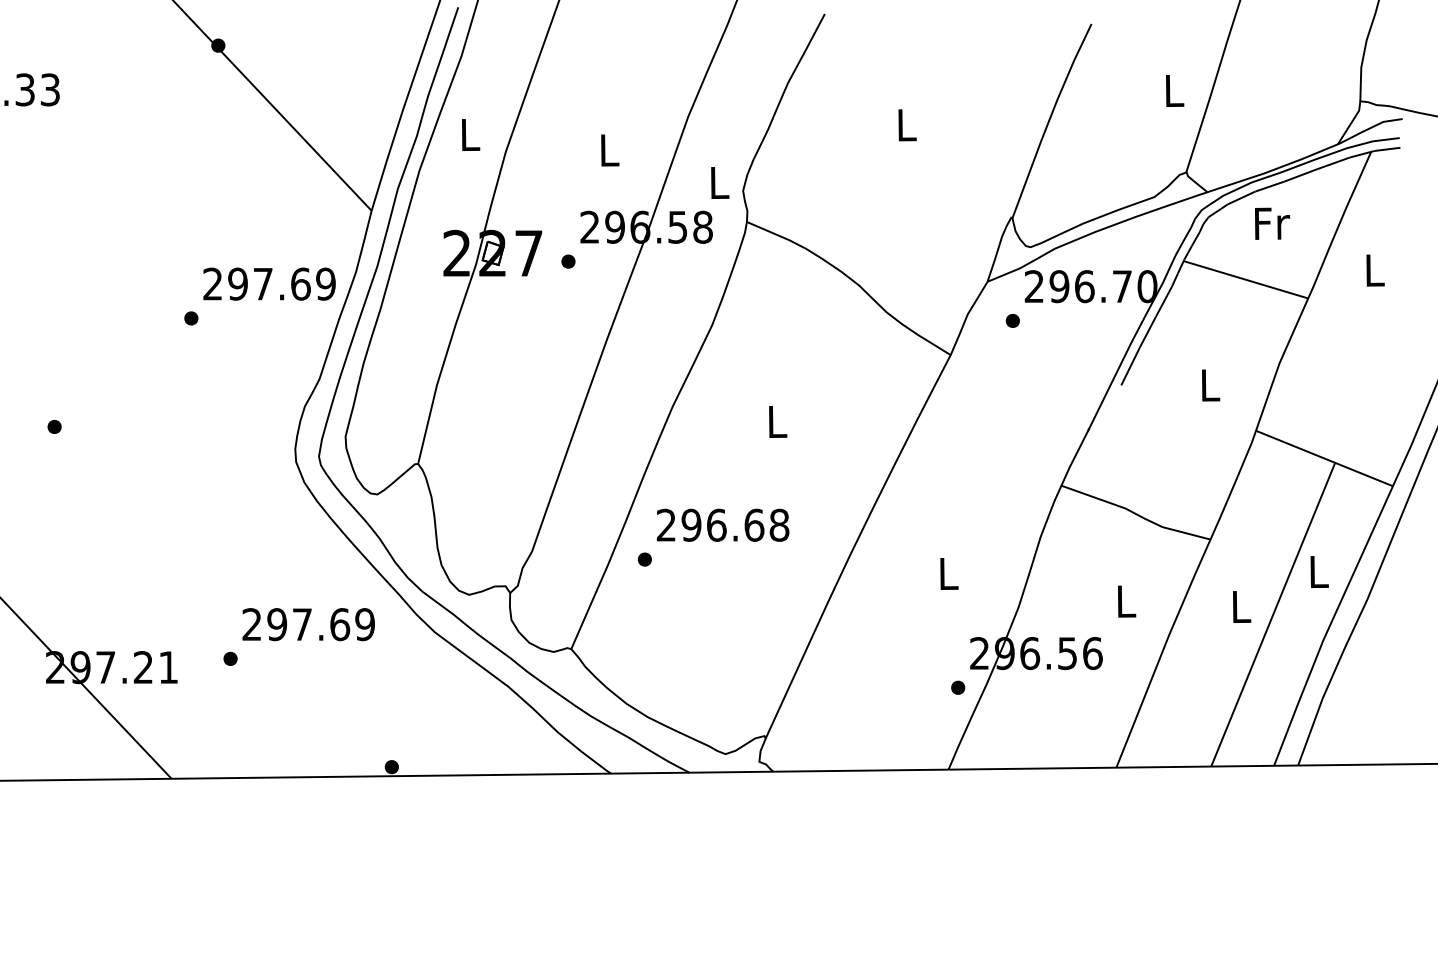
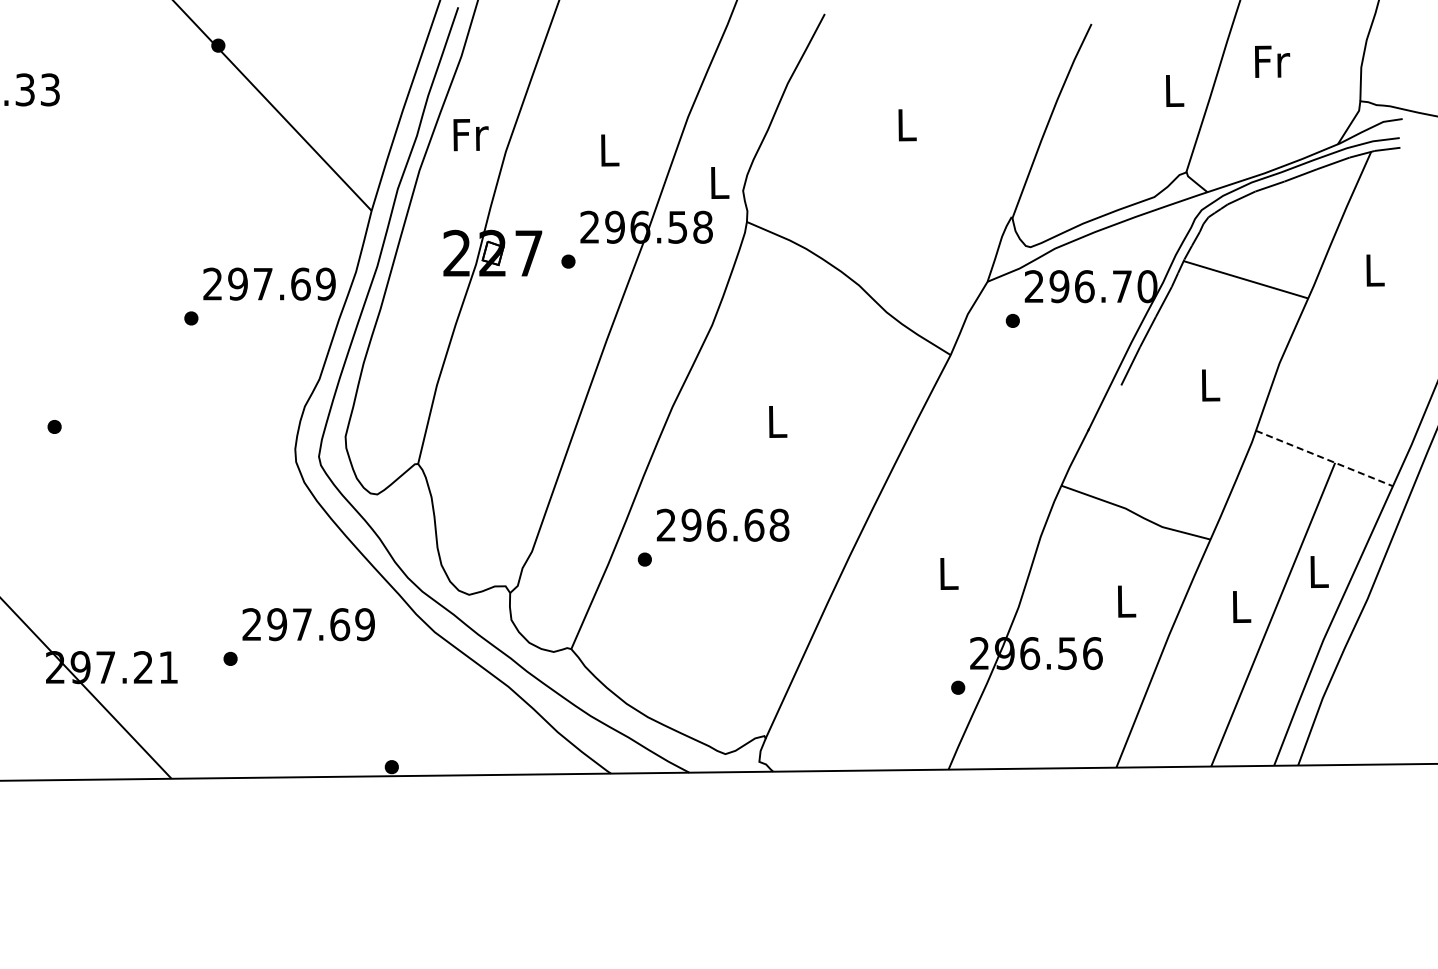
text at (470, 135): L -> Fr
text at (1272, 223) position: (1272, 223) -> (1272, 61)
line at (1324, 458): solid -> dashed
